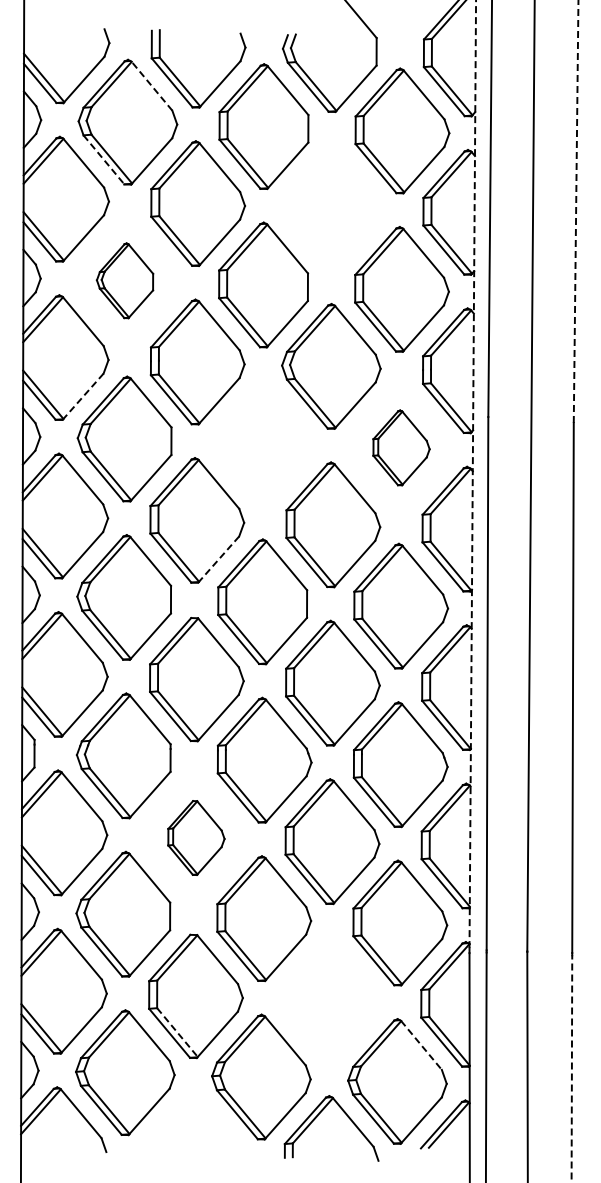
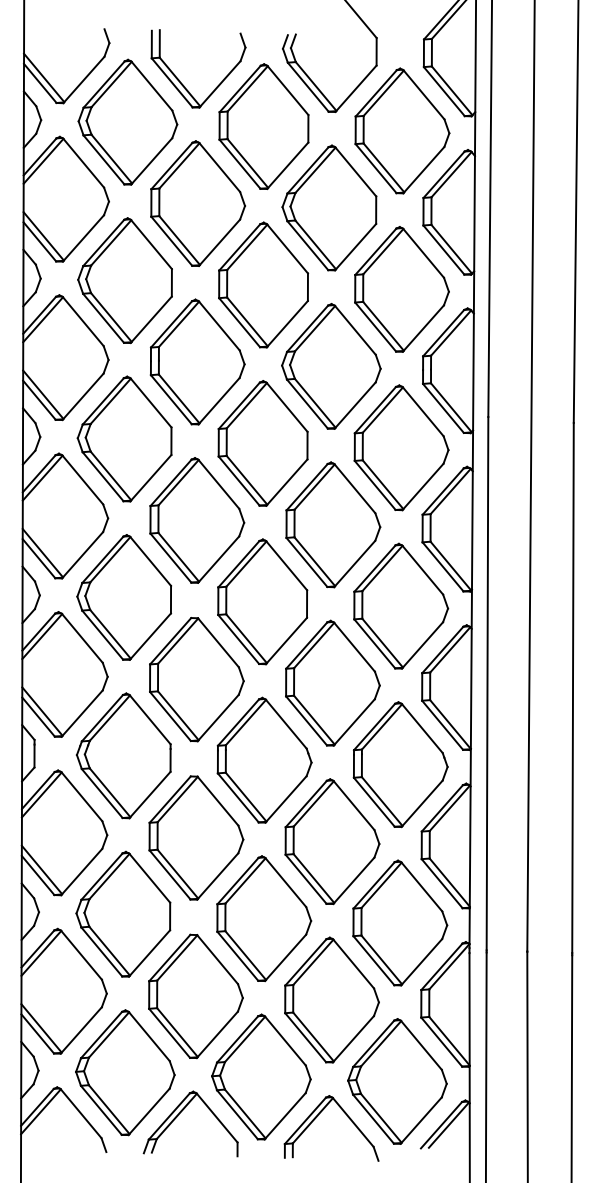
line at (151, 86): dashed -> solid
line at (103, 159): dashed -> solid
part at (329, 207): none -> present
line at (576, 211): dashed -> solid
part at (124, 280) size: 60x78 px -> 96x128 px
line at (83, 396): dashed -> solid
part at (262, 443): none -> present
part at (401, 447) size: 59x78 px -> 97x128 px
line at (472, 474): dashed -> solid
line at (218, 559): dashed -> solid
part at (196, 837) size: 59x76 px -> 97x126 px
part at (331, 999): none -> present
line at (177, 1032): dashed -> solid
line at (421, 1045): dashed -> solid
line at (571, 1069): dashed -> solid
part at (178, 1116): none -> present
